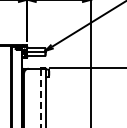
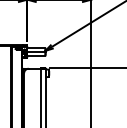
line at (41, 98): dashed -> solid
